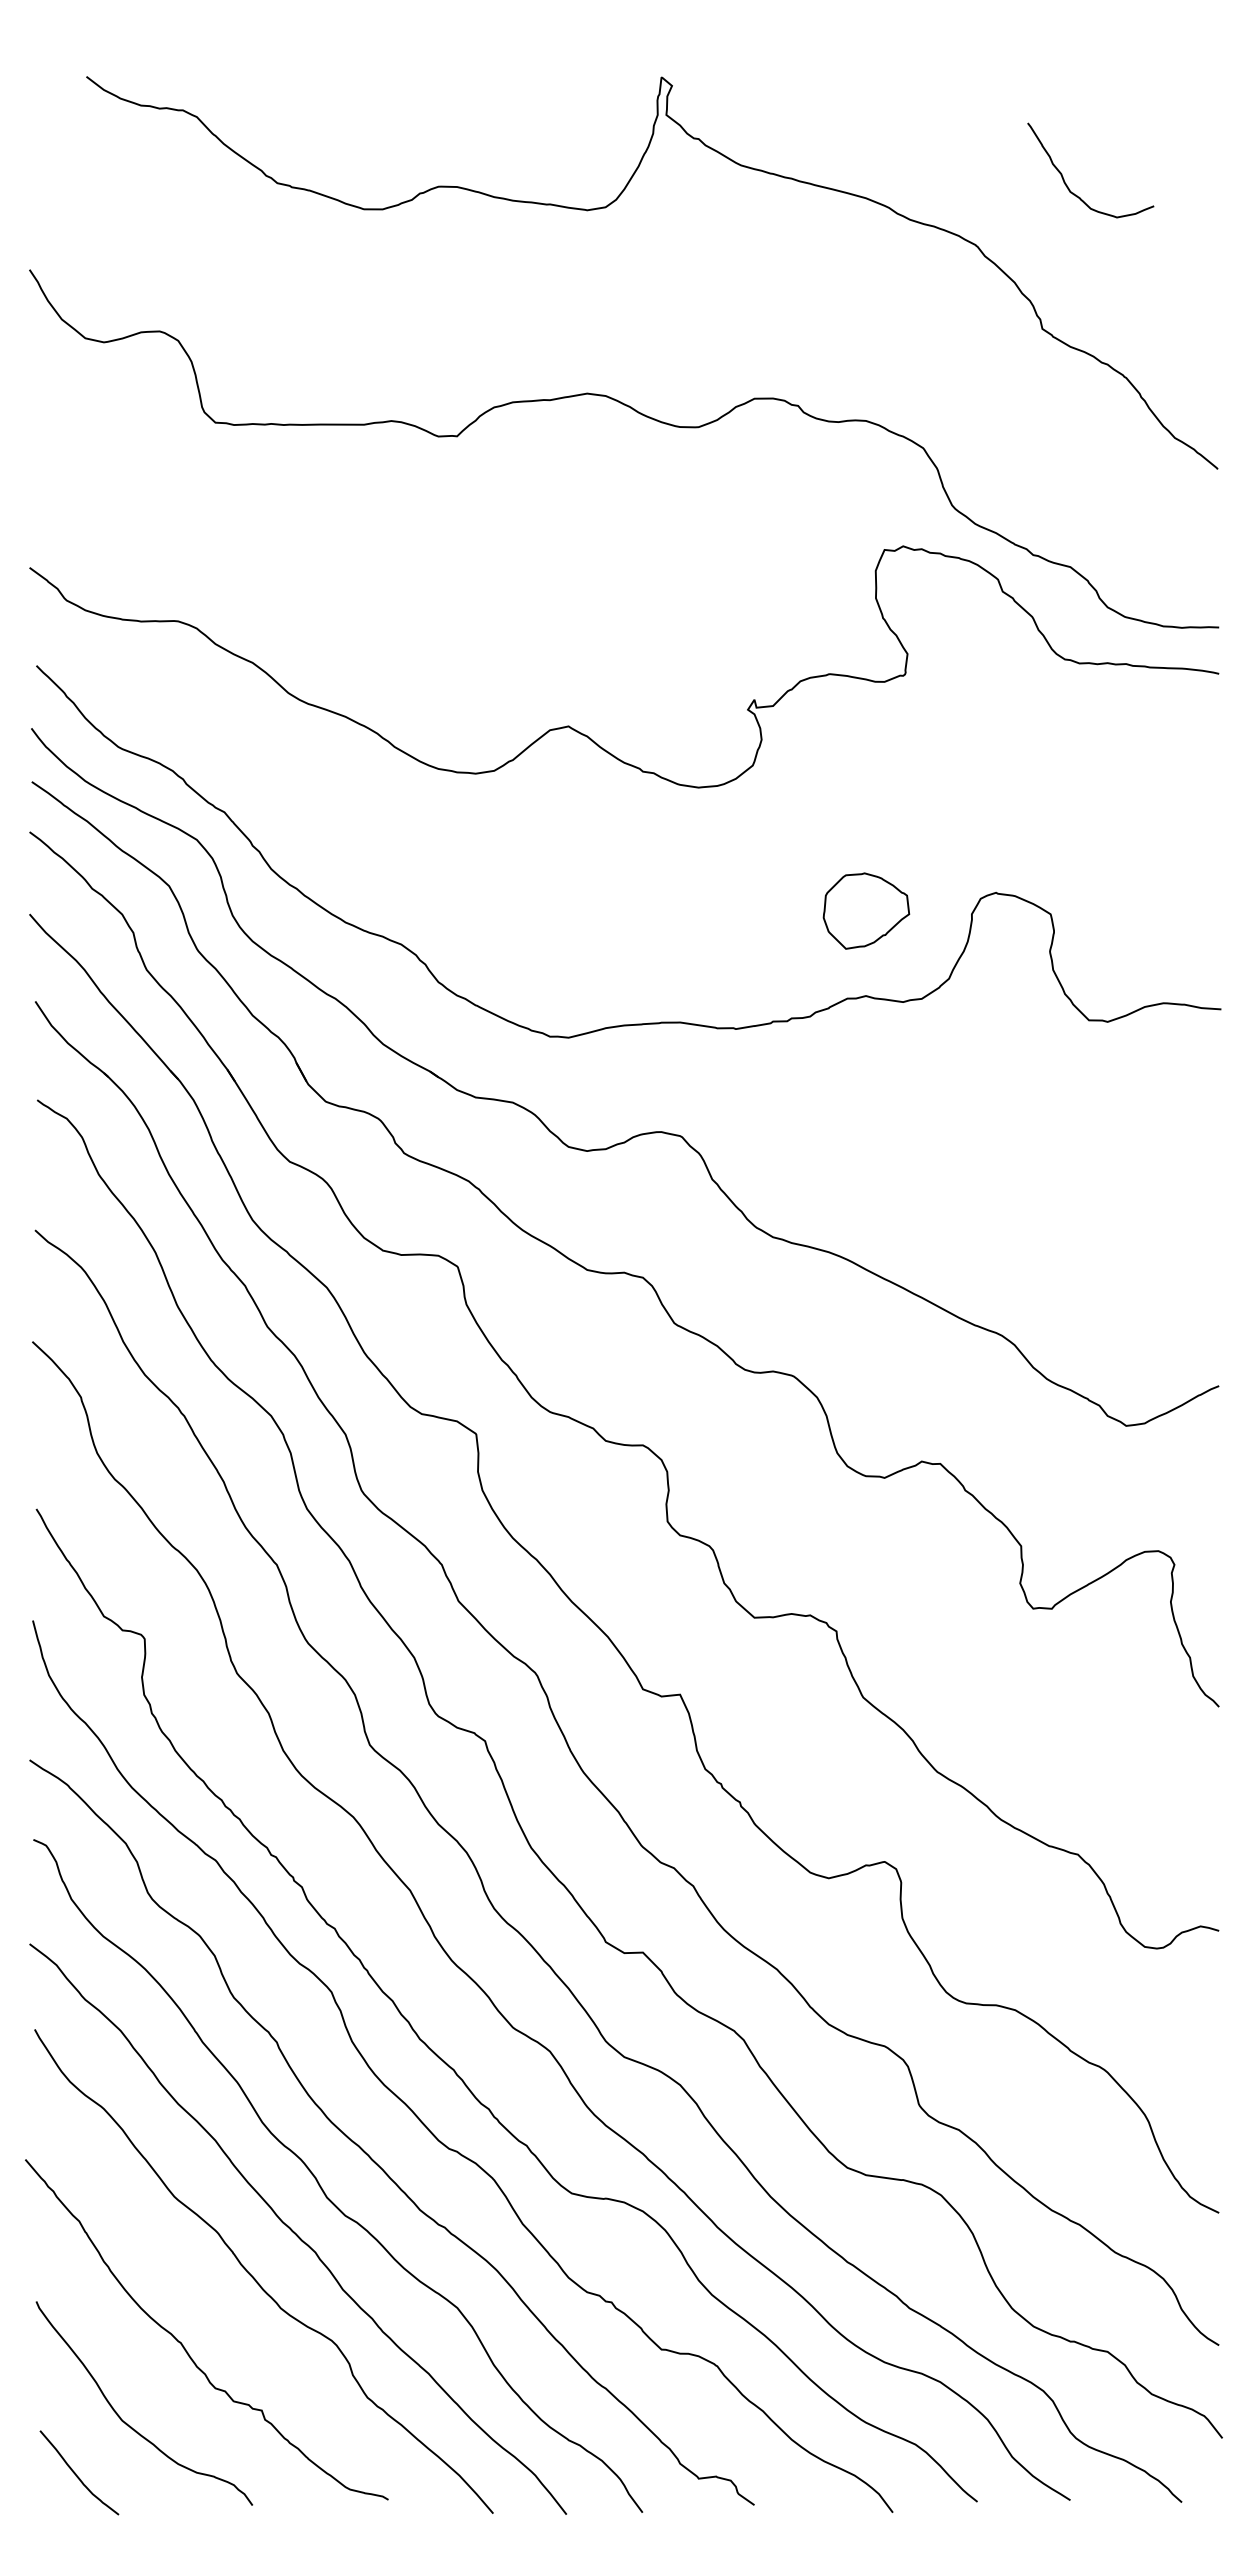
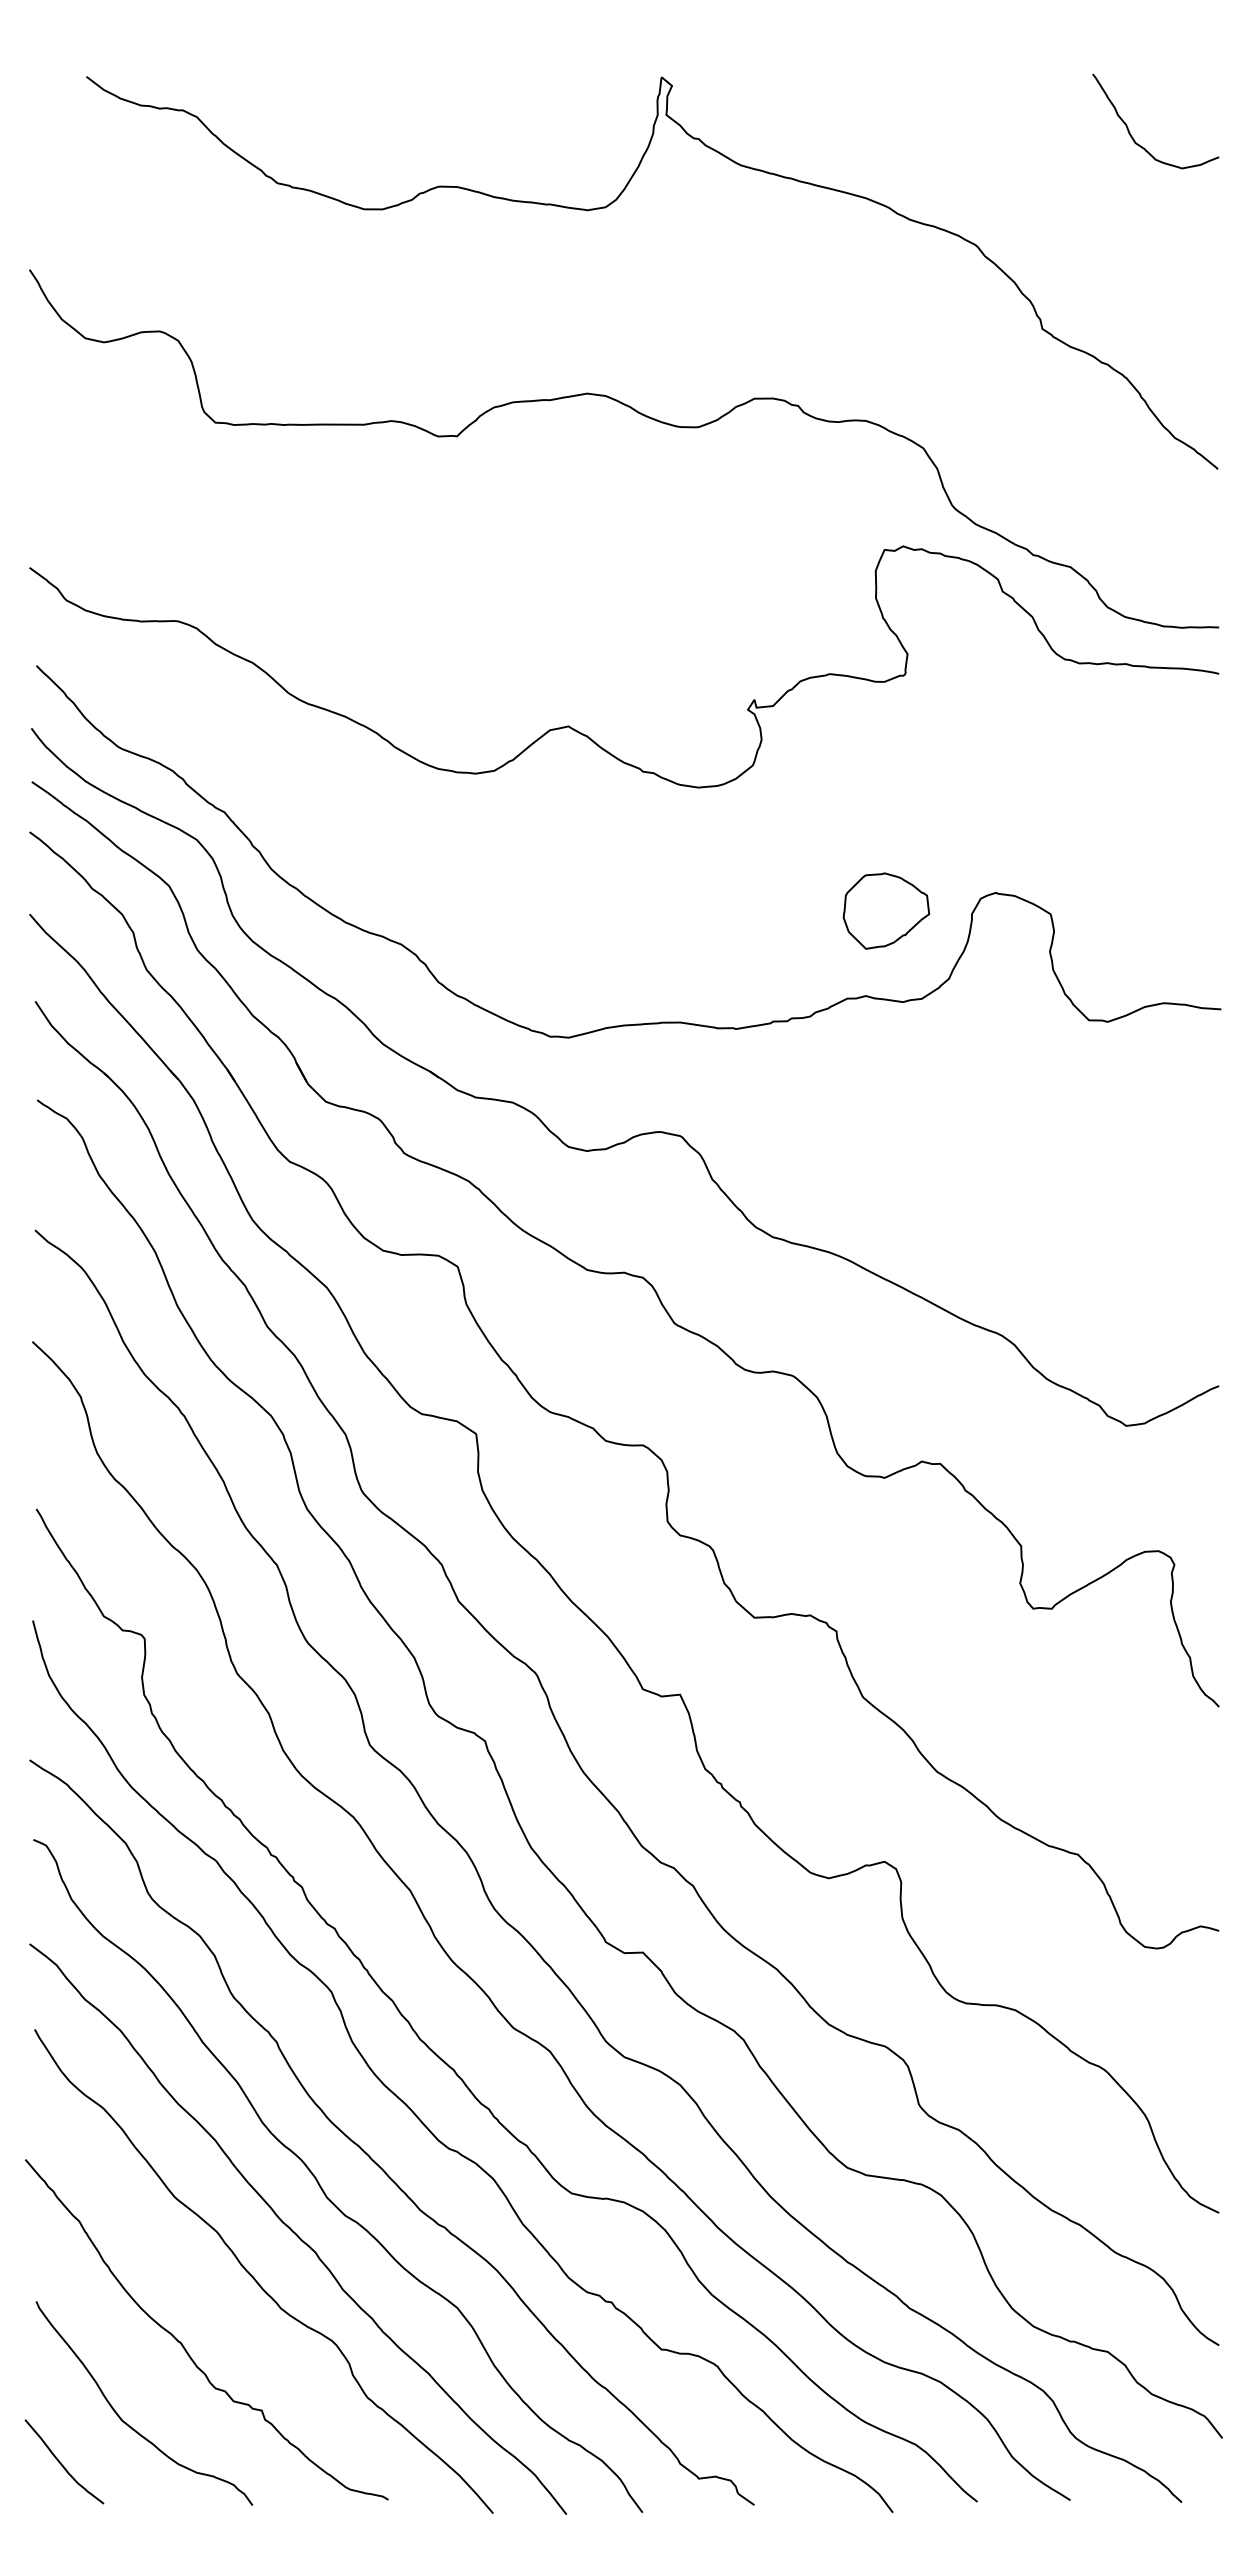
curve at (1068, 186) position: (1068, 186) -> (1133, 137)
part at (866, 910) position: (866, 910) -> (886, 910)
curve at (76, 2473) position: (76, 2473) -> (61, 2462)
